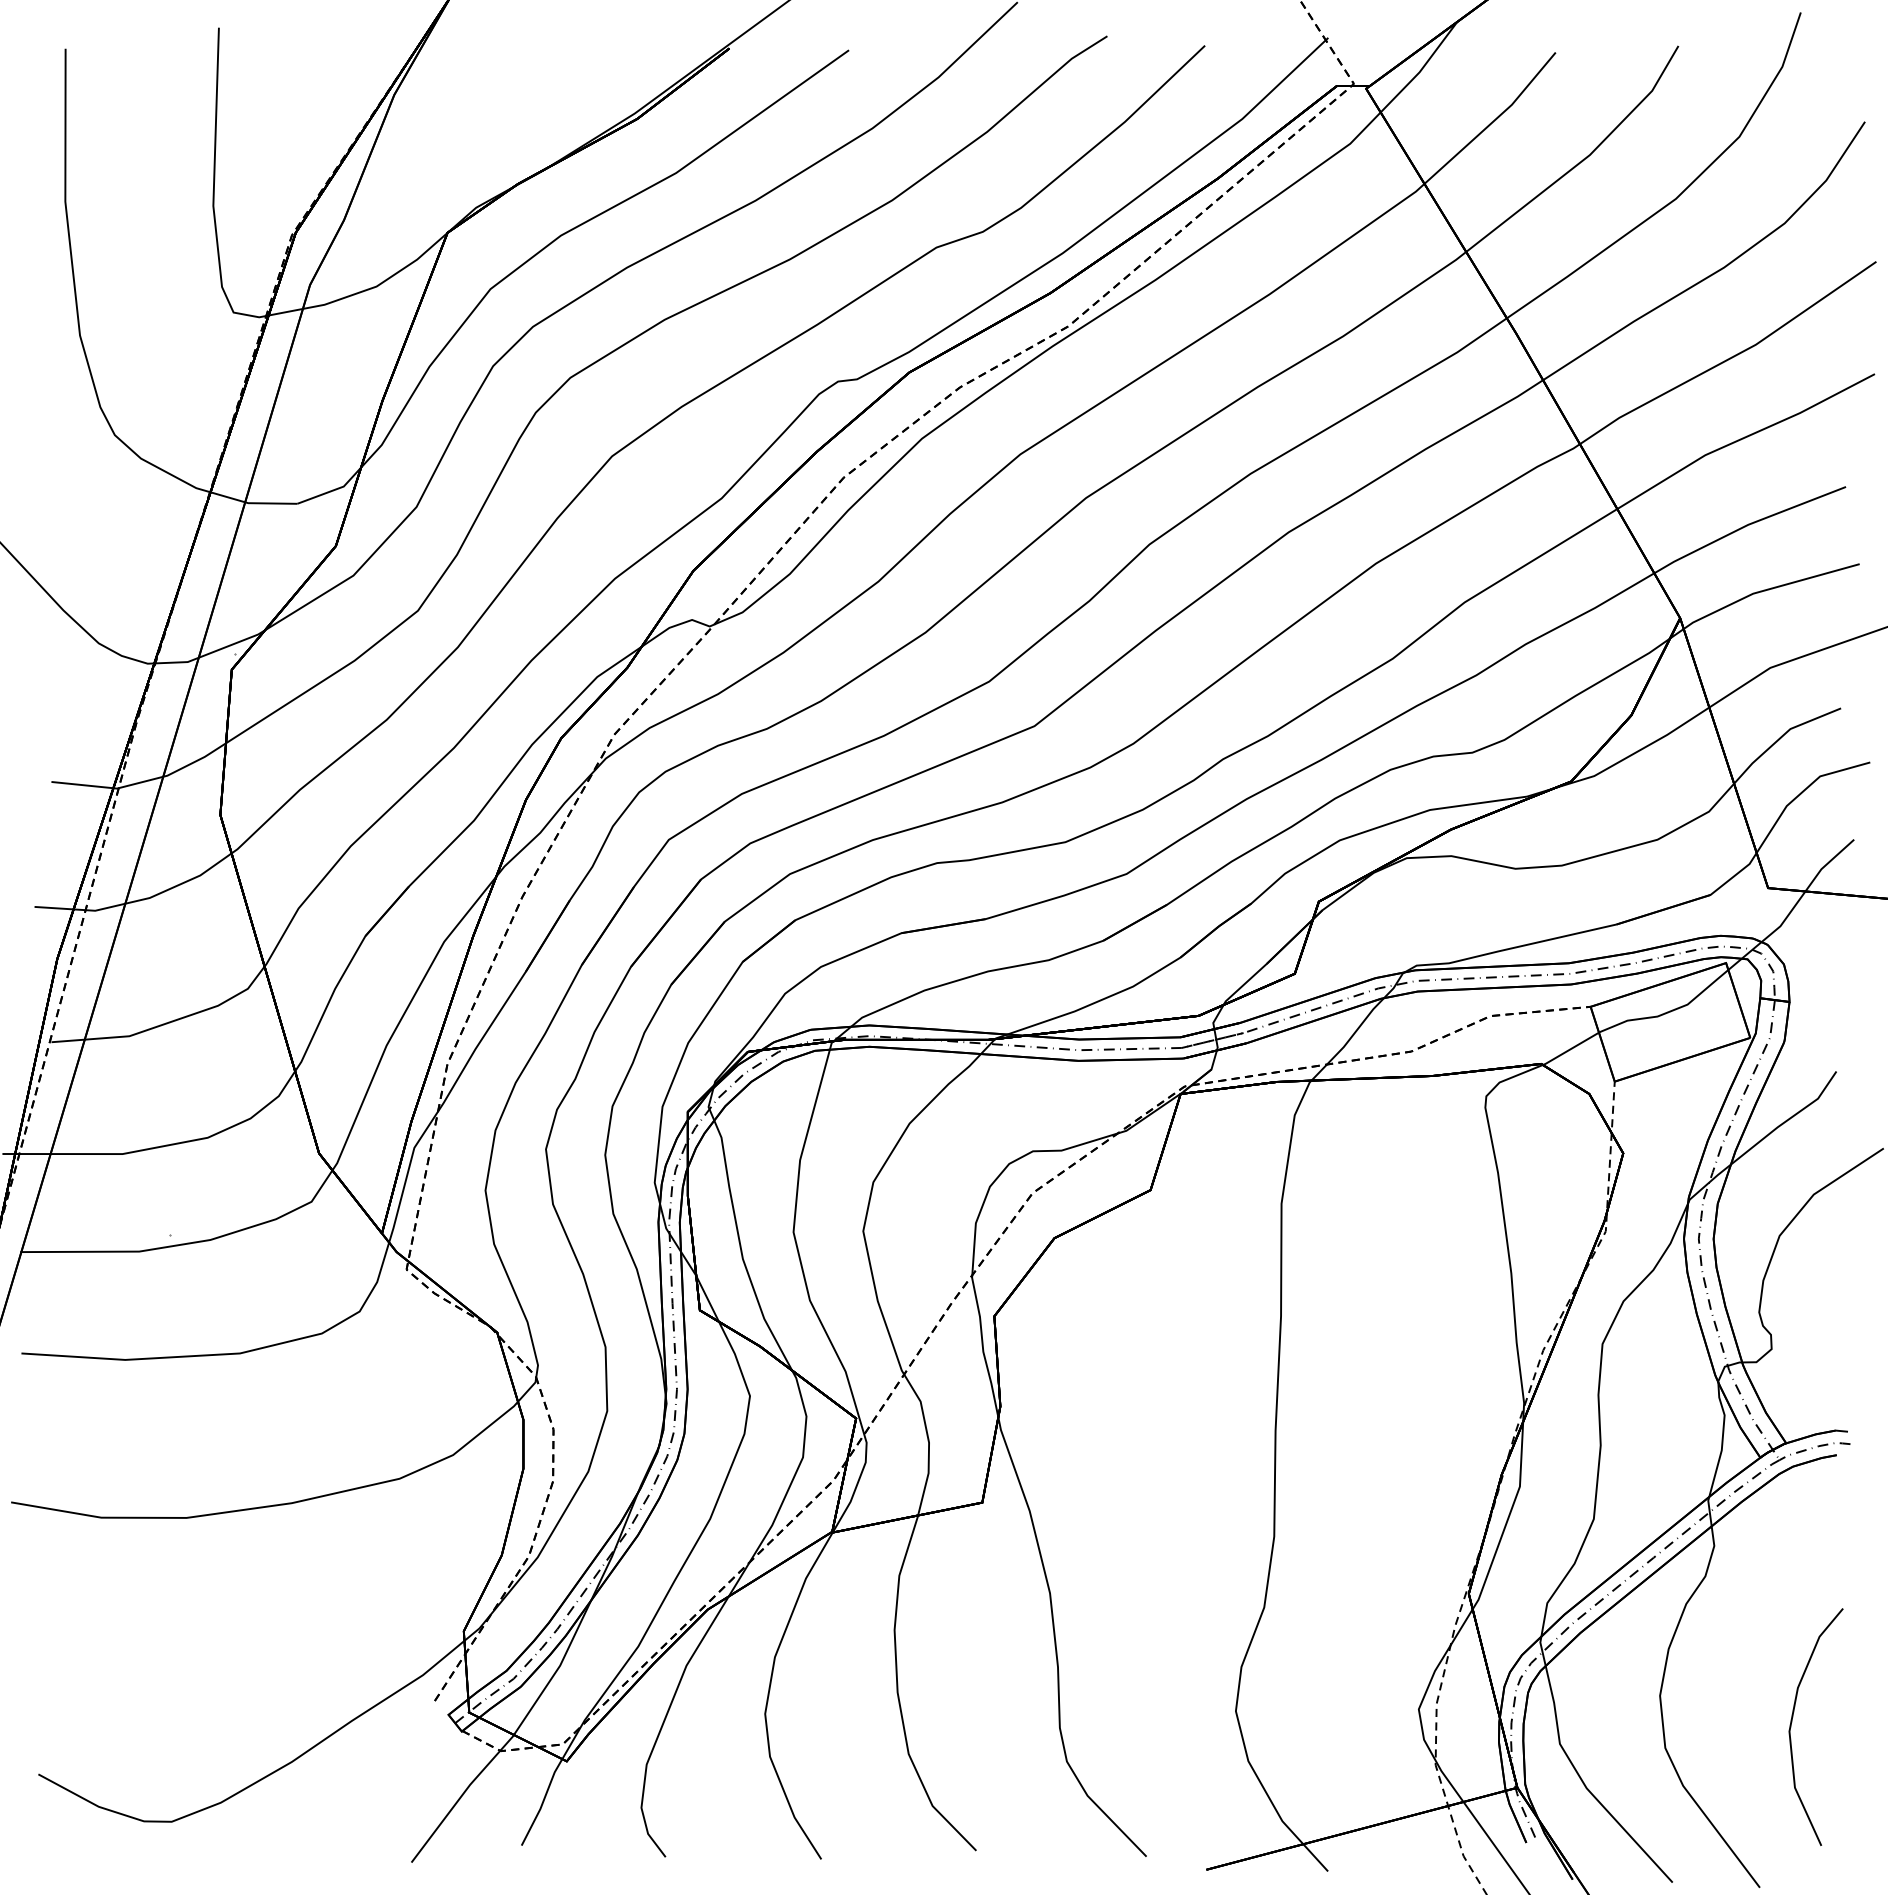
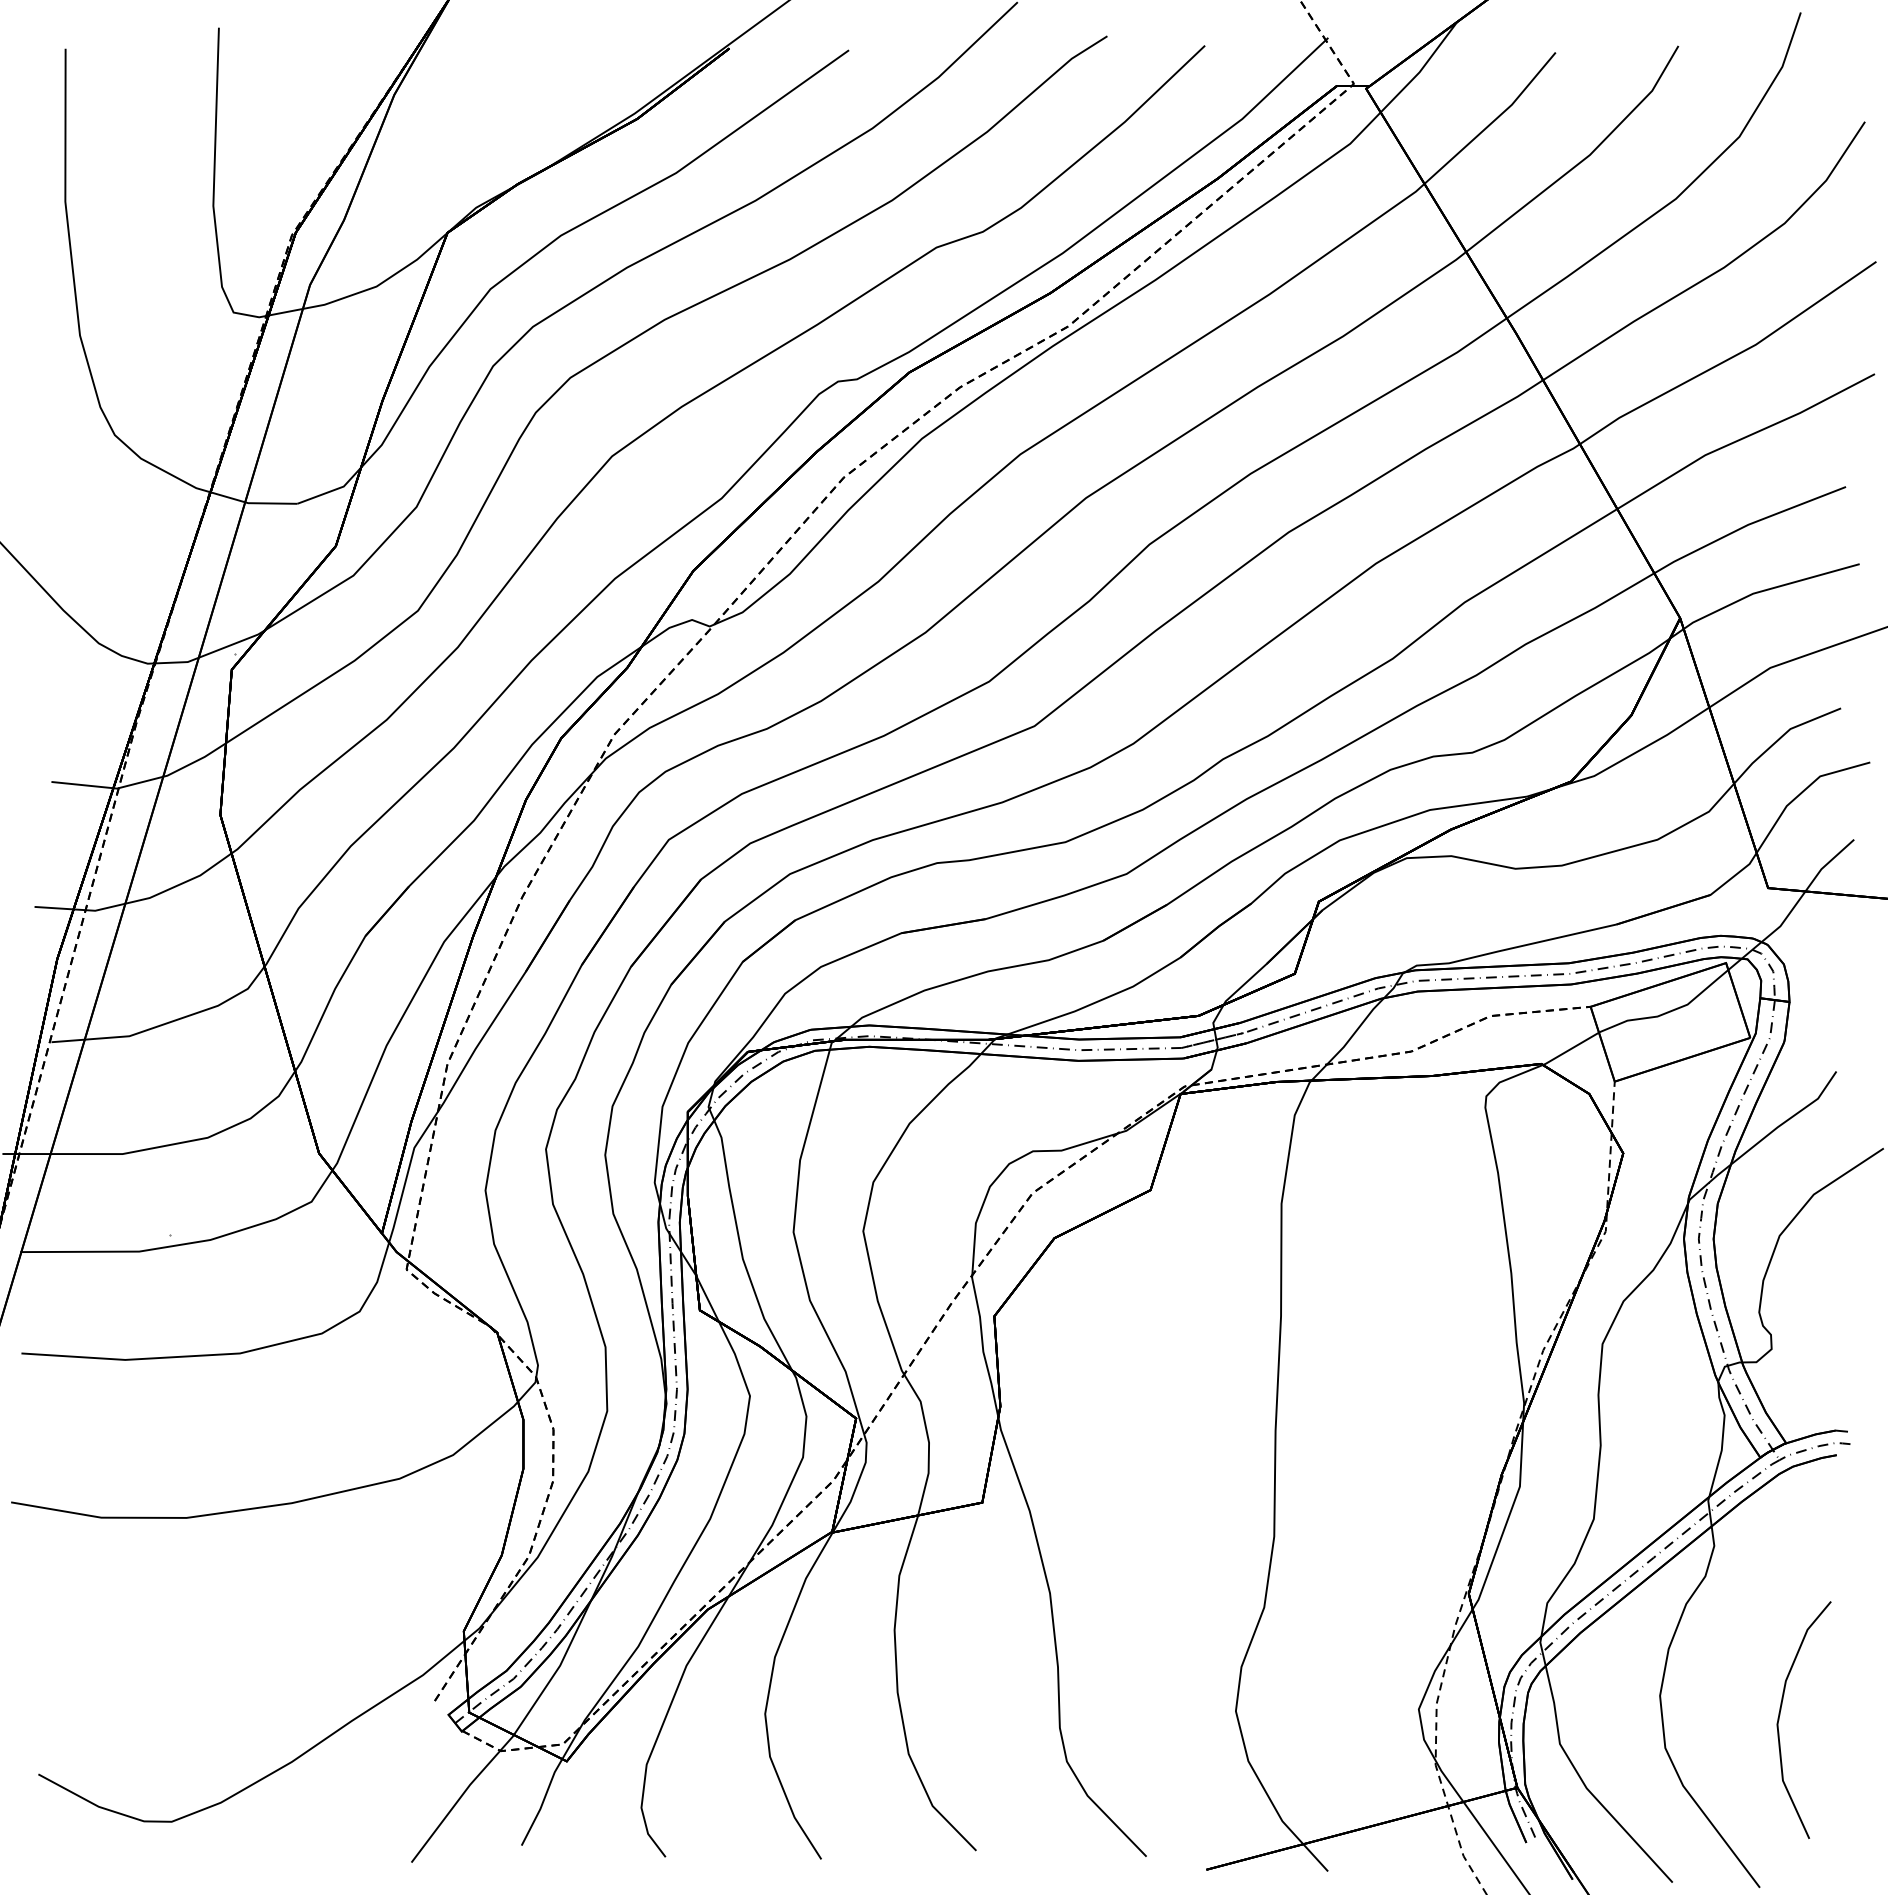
curve at (1792, 1722) position: (1792, 1722) -> (1780, 1715)
